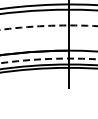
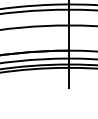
arc at (48, 25): dashed -> solid
circle at (48, 60): dashed -> solid
